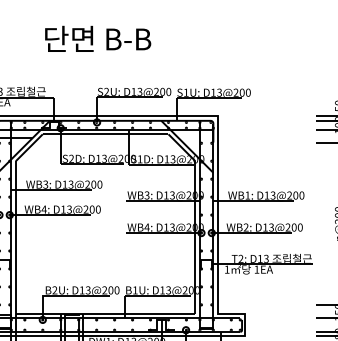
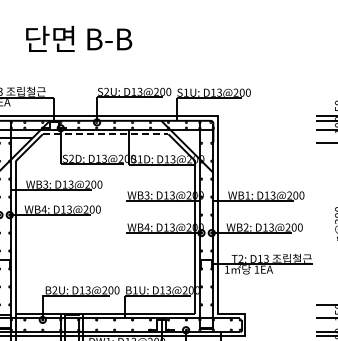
text at (98, 38) position: (98, 38) -> (79, 38)
line at (105, 134): solid -> dashed
